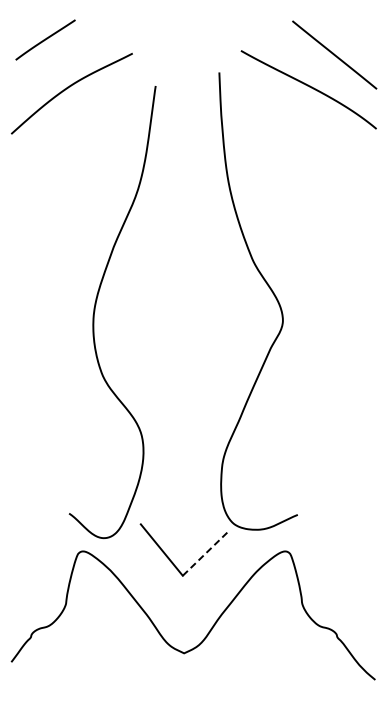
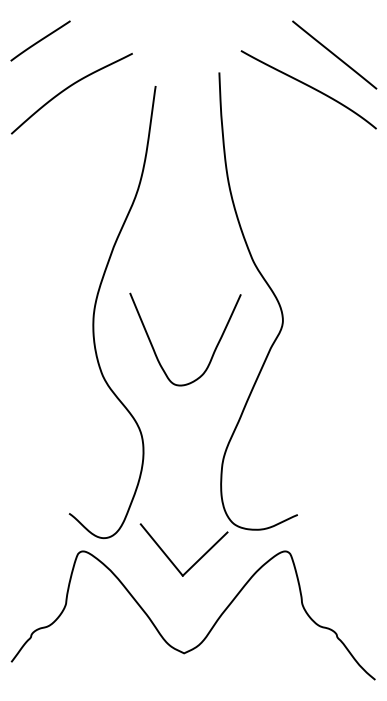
line at (45, 39) position: (45, 39) -> (40, 40)
curve at (212, 353): none -> present
line at (205, 553): dashed -> solid
